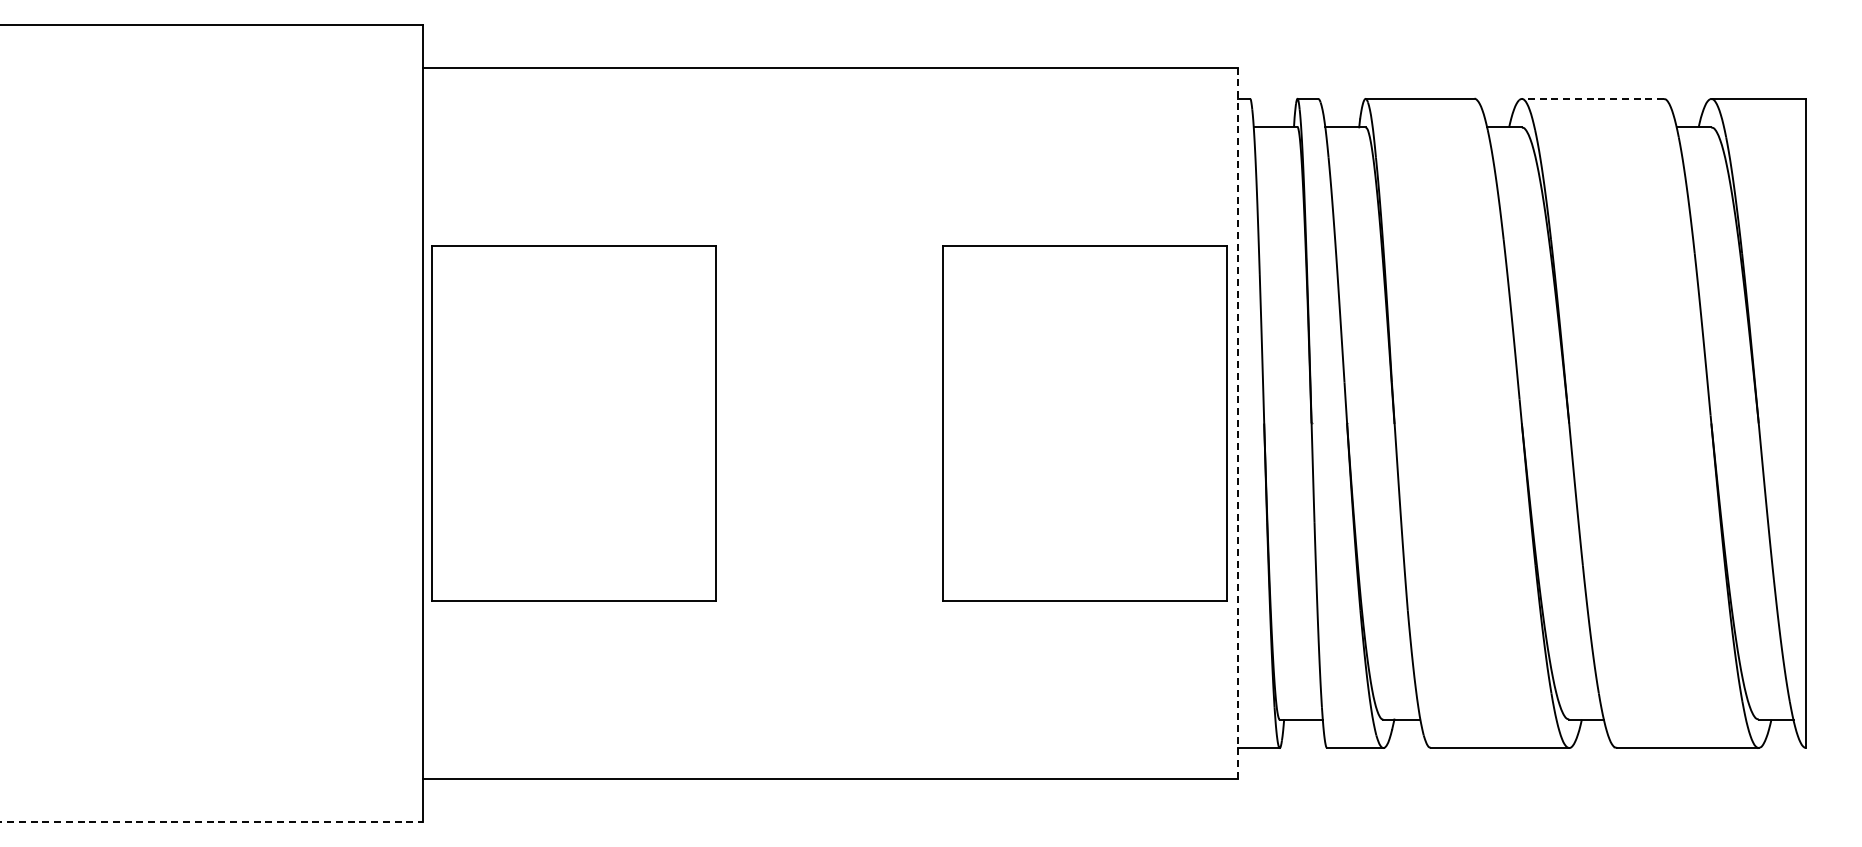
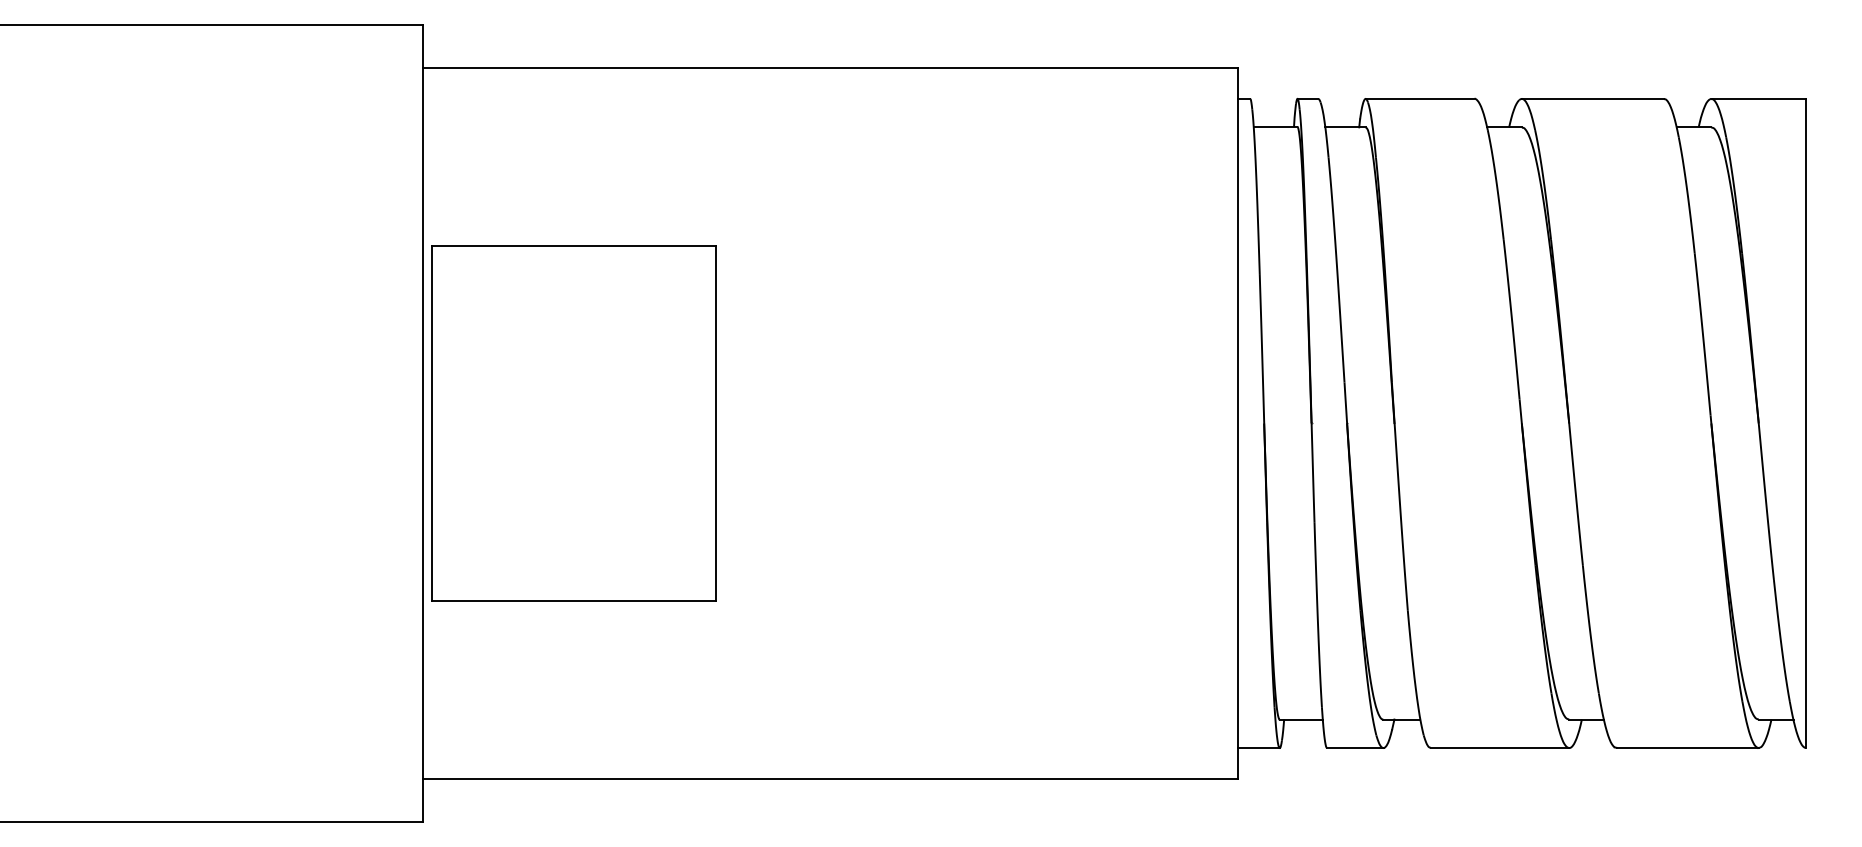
line at (1592, 98): dashed -> solid
part at (1084, 423): present -> none
line at (1237, 423): dashed -> solid
line at (211, 821): dashed -> solid
